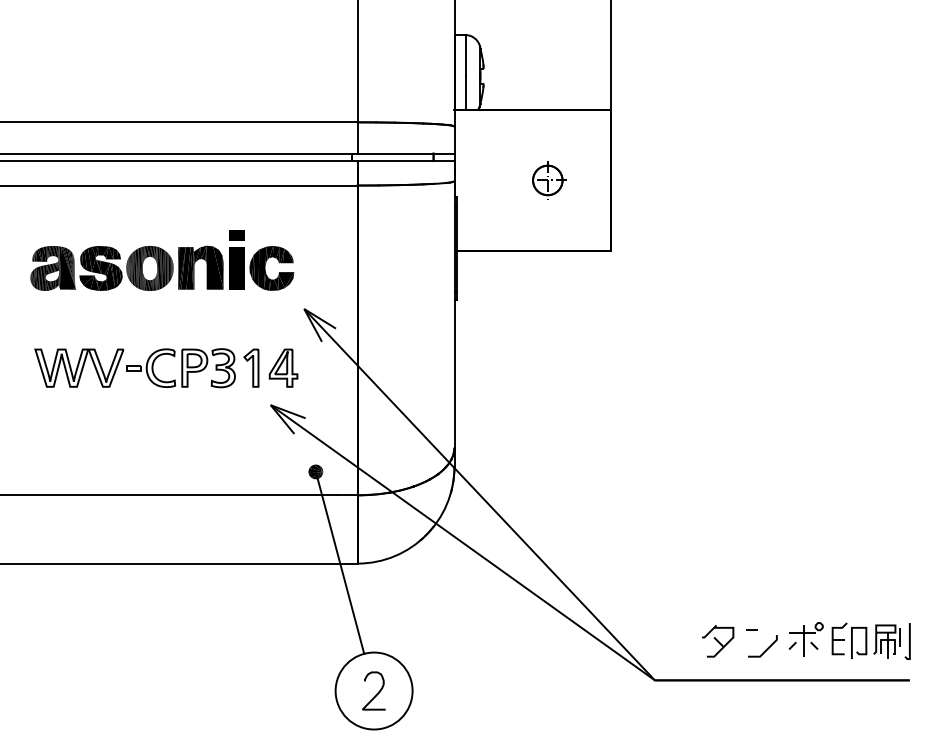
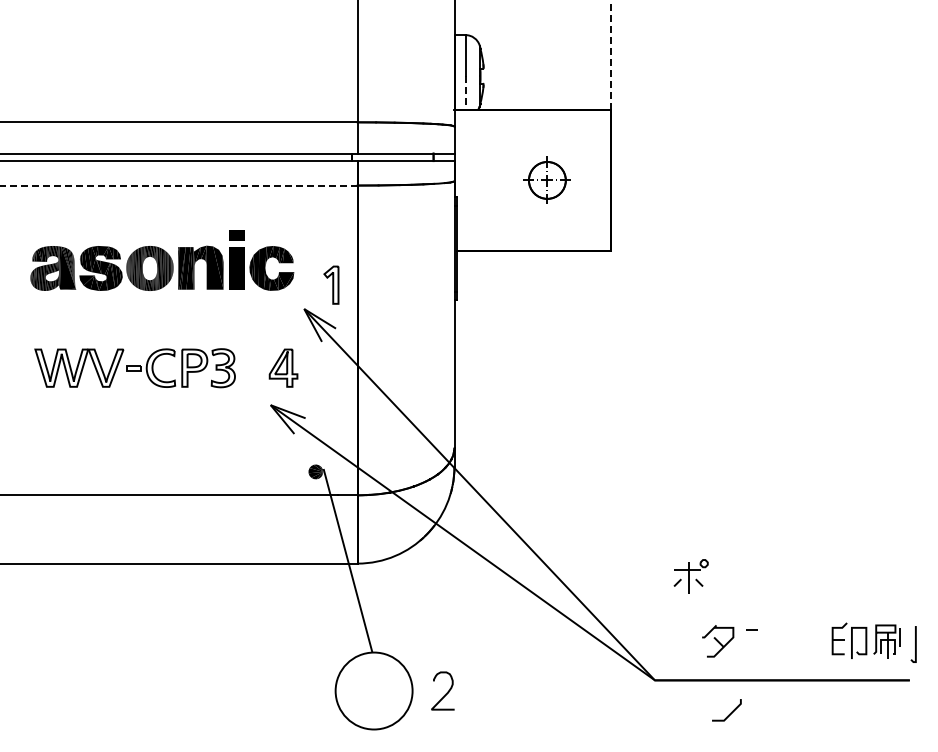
line at (611, 54): solid -> dashed
line at (465, 92): solid -> dashed
part at (549, 180) size: 35x39 px -> 48x48 px
line at (178, 185): solid -> dashed
part at (251, 367) position: (251, 367) -> (331, 284)
line at (339, 562) position: (339, 562) -> (347, 560)
part at (805, 639) position: (805, 639) -> (690, 576)
line at (909, 641) position: (909, 641) -> (915, 644)
line at (765, 649) position: (765, 649) -> (729, 713)
curve at (376, 693) position: (376, 693) -> (445, 693)
